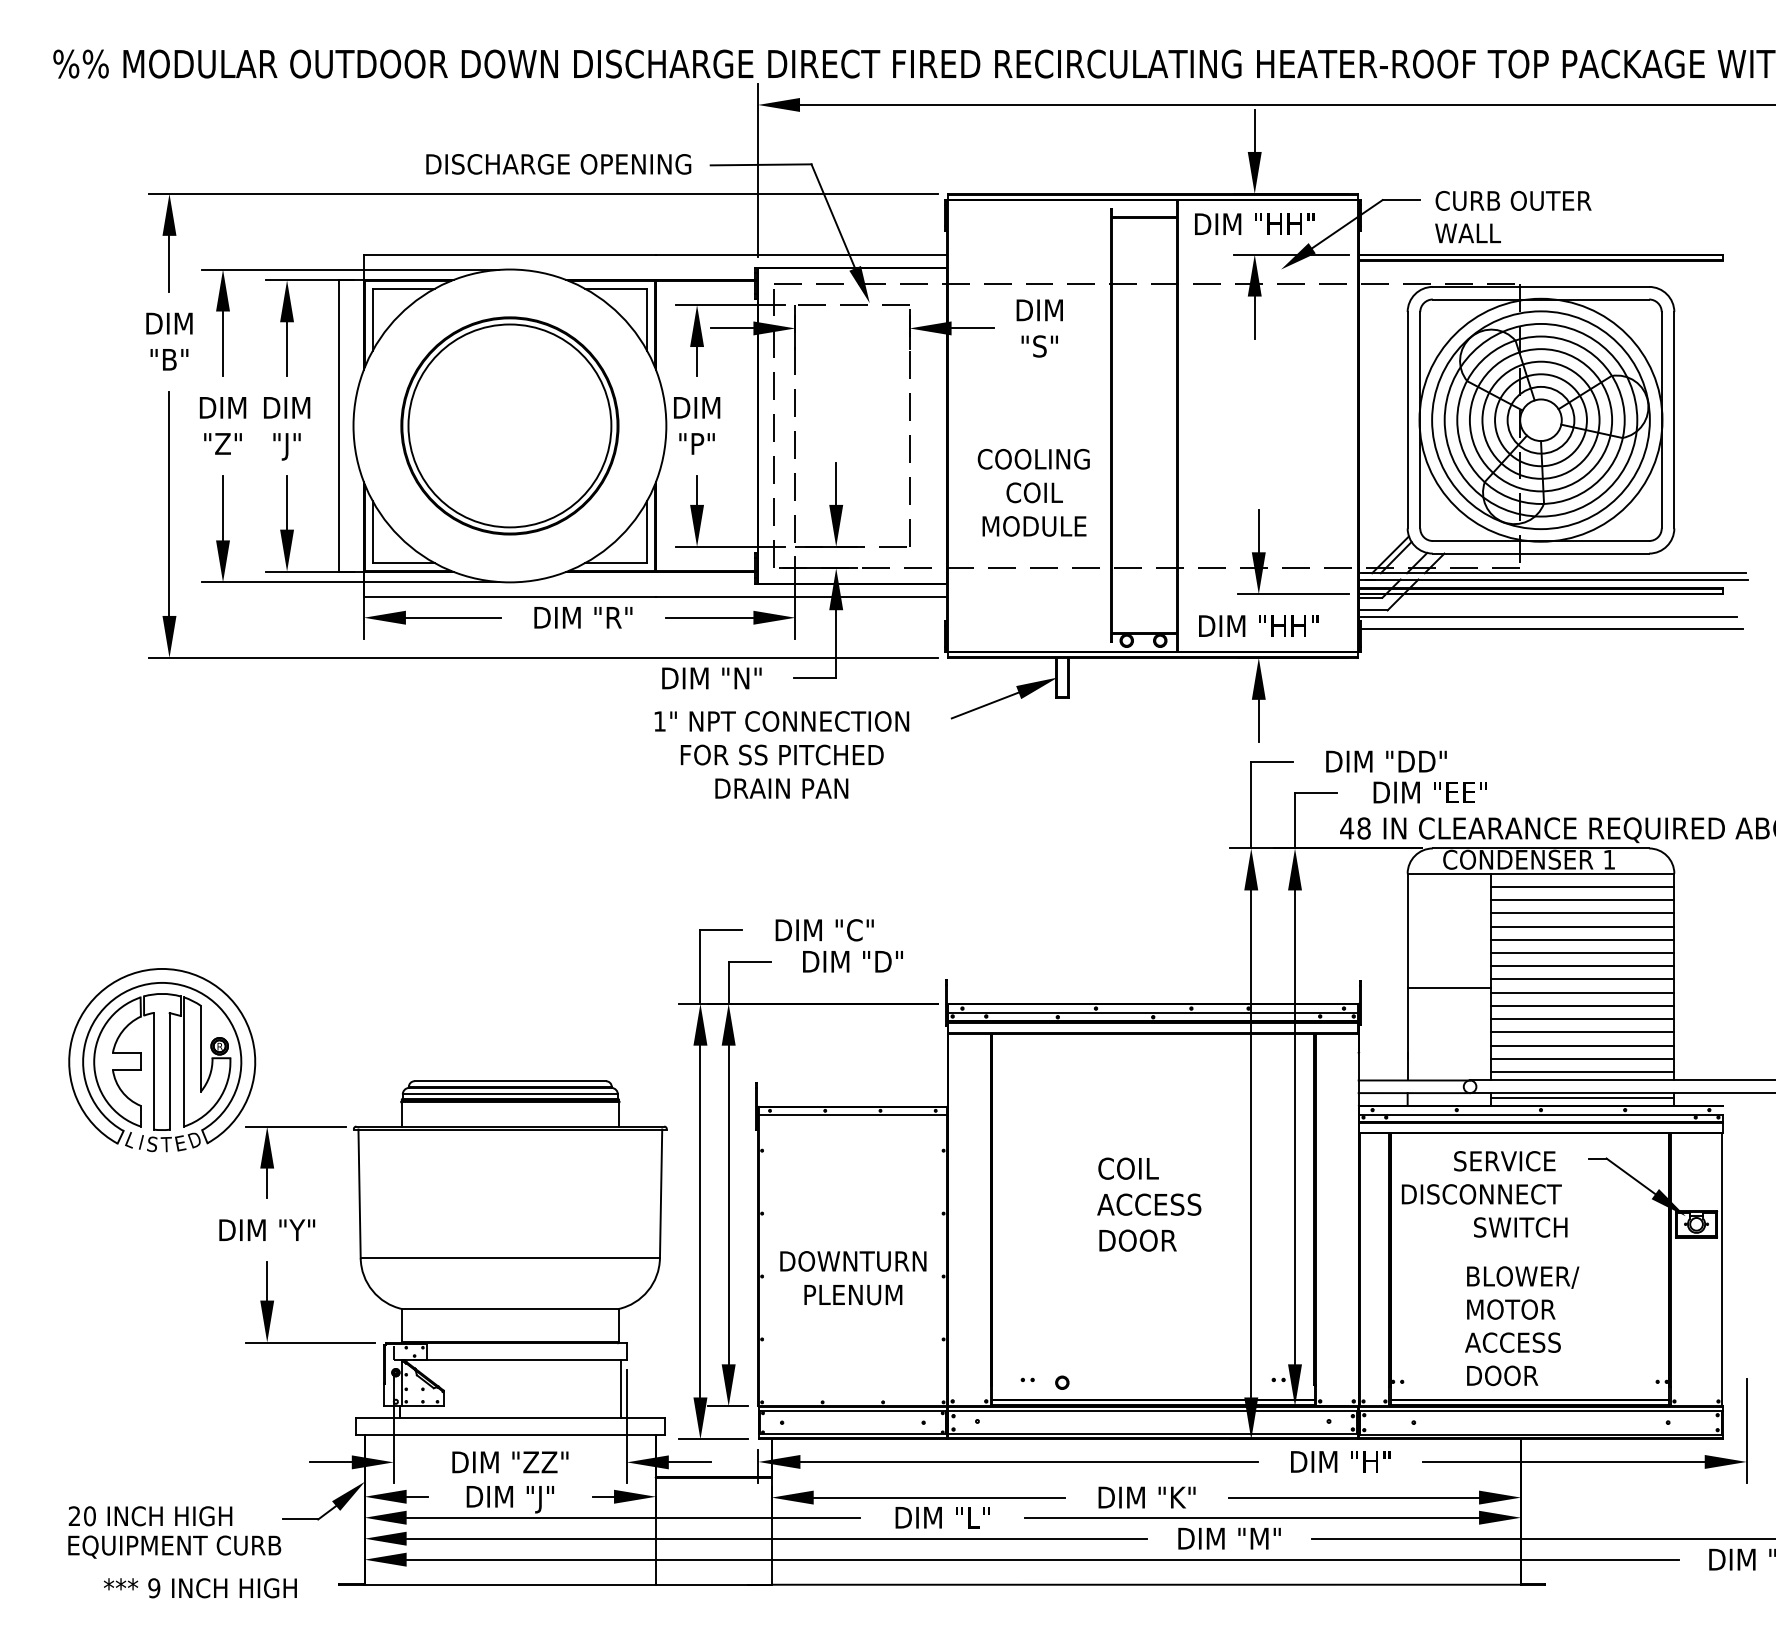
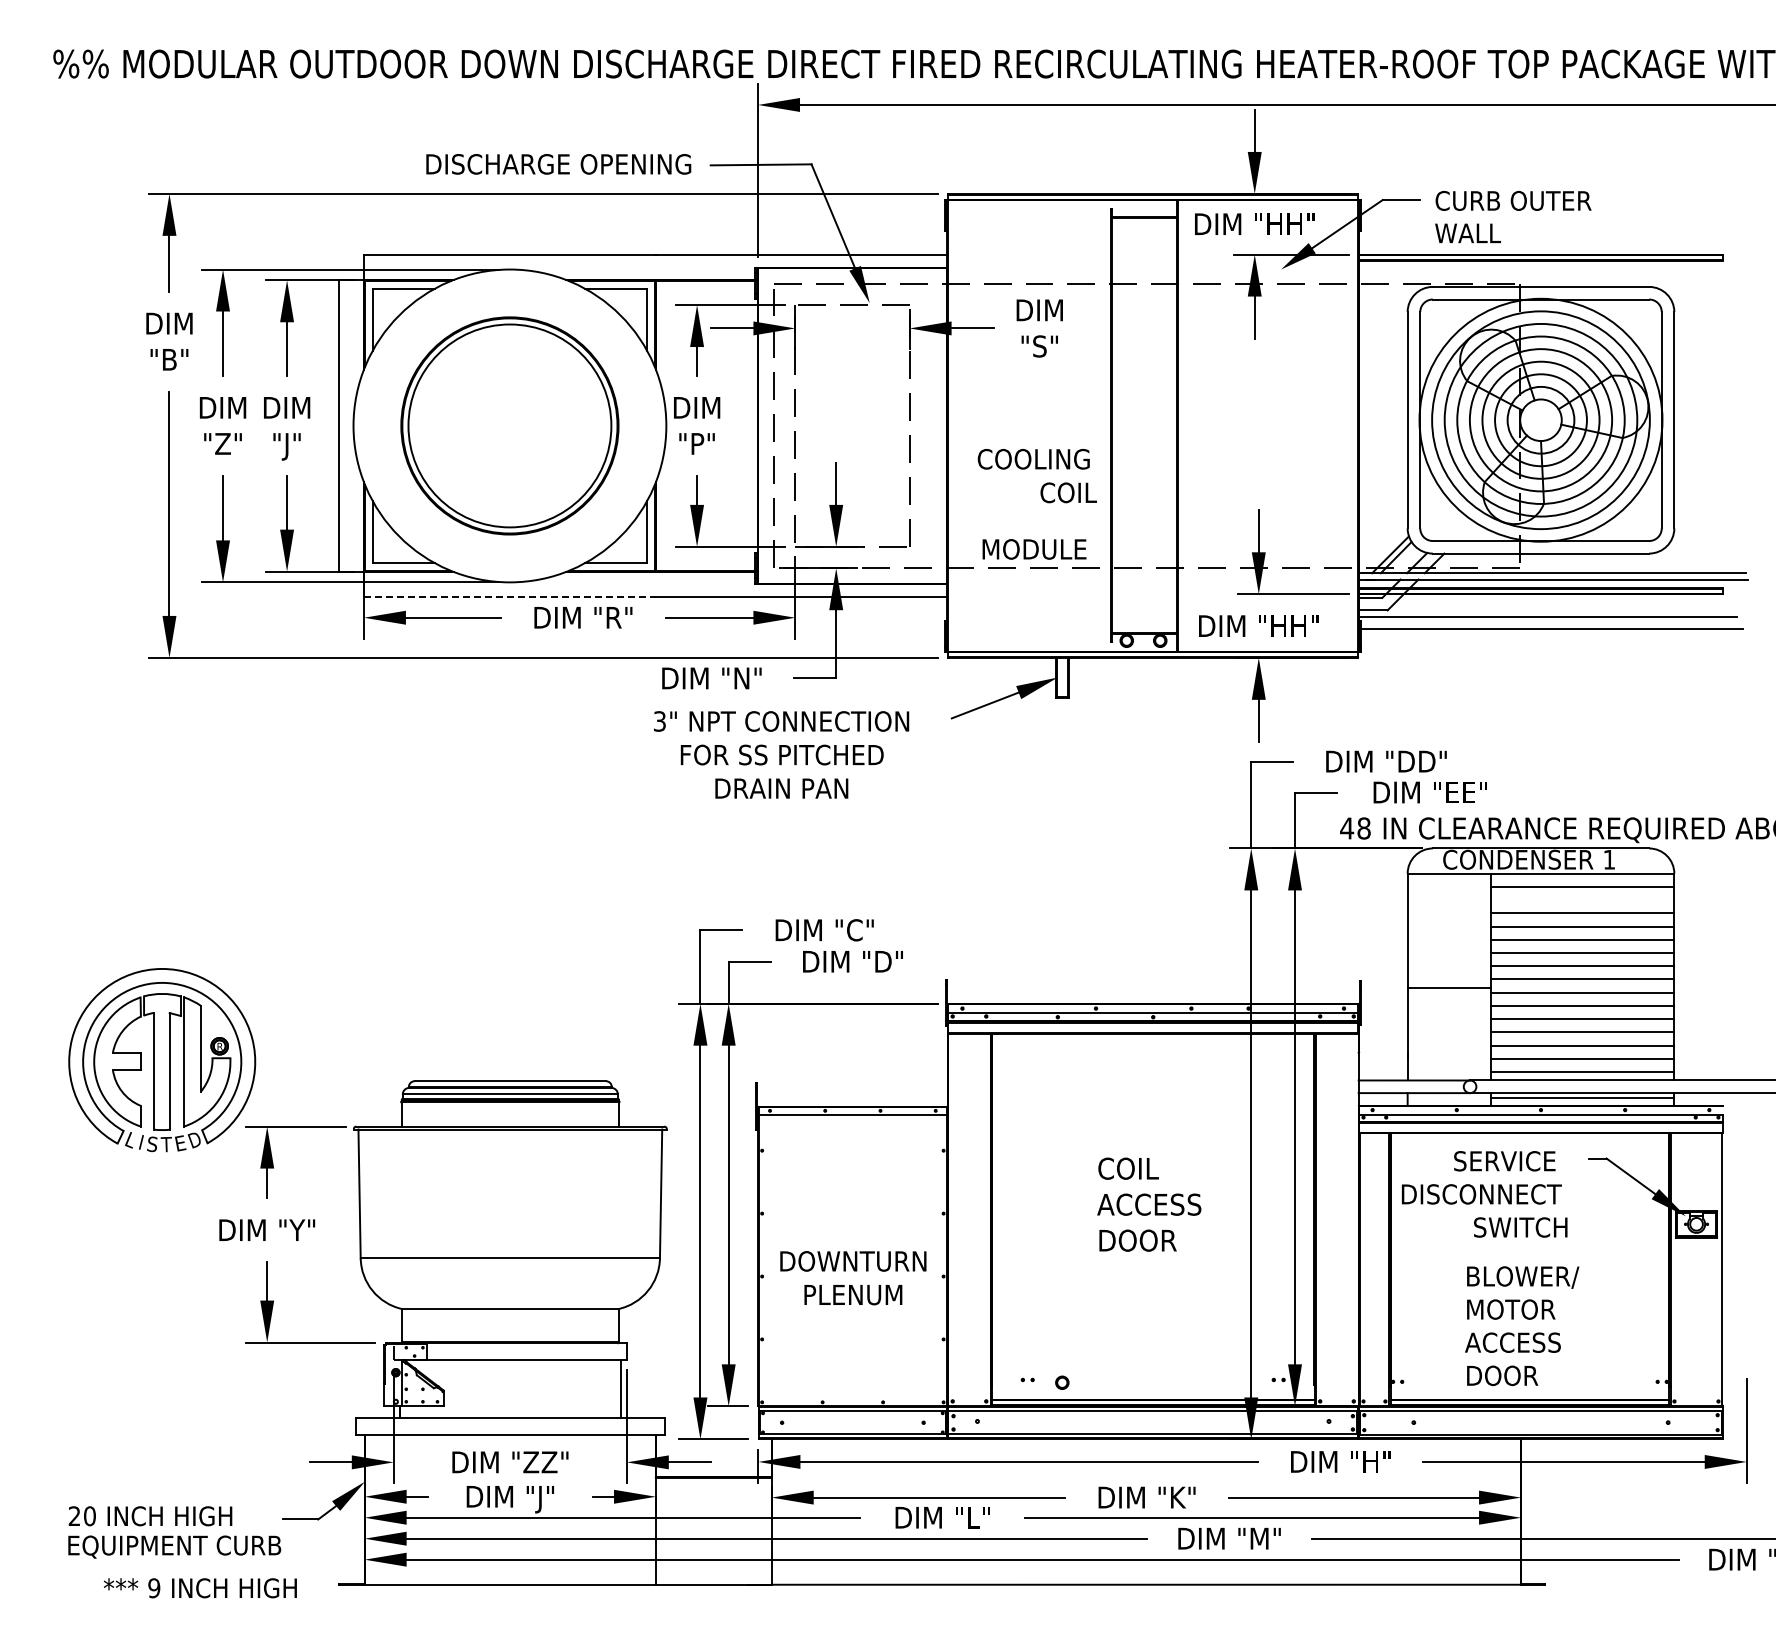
text at (1034, 492) position: (1034, 492) -> (1068, 492)
text at (1034, 526) position: (1034, 526) -> (1034, 549)
line at (509, 597): solid -> dashed
text at (659, 721): 1" -> 3"
line at (1582, 900): present -> none
